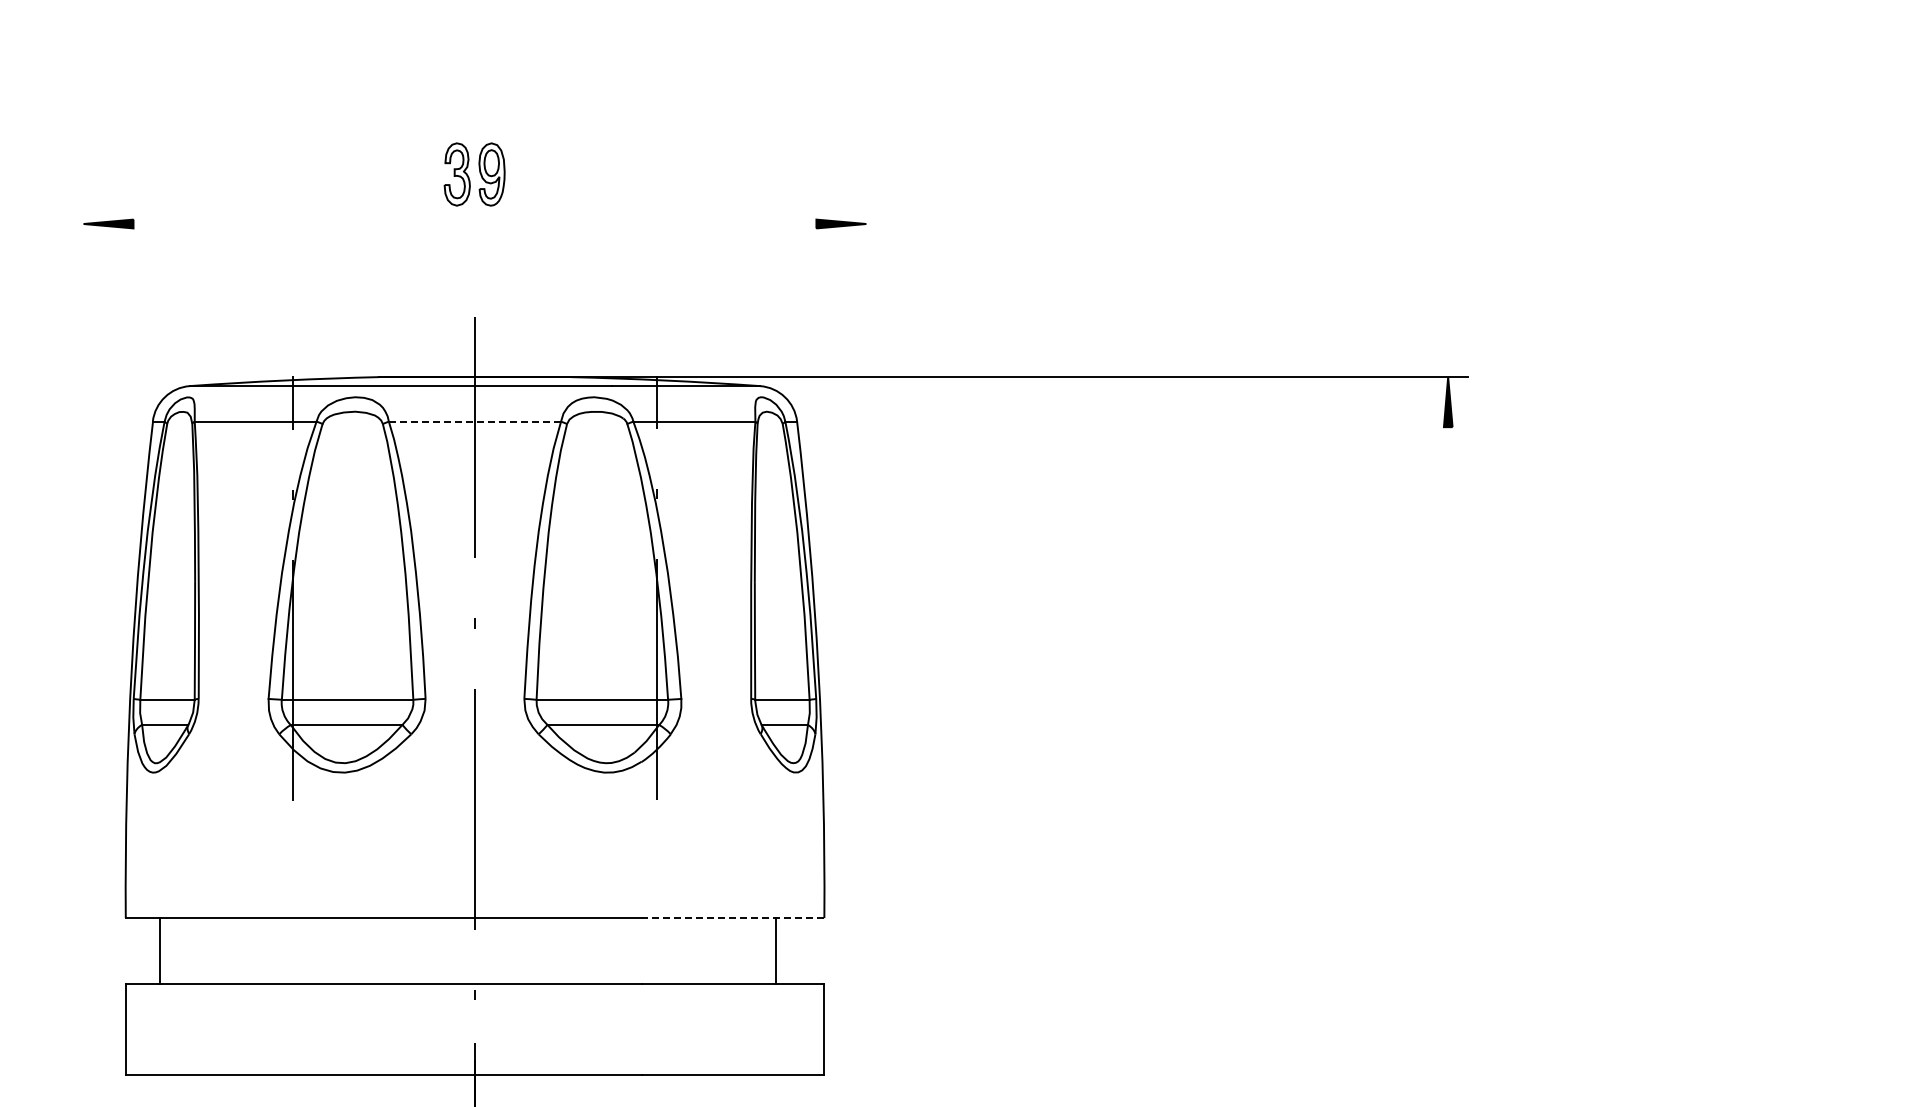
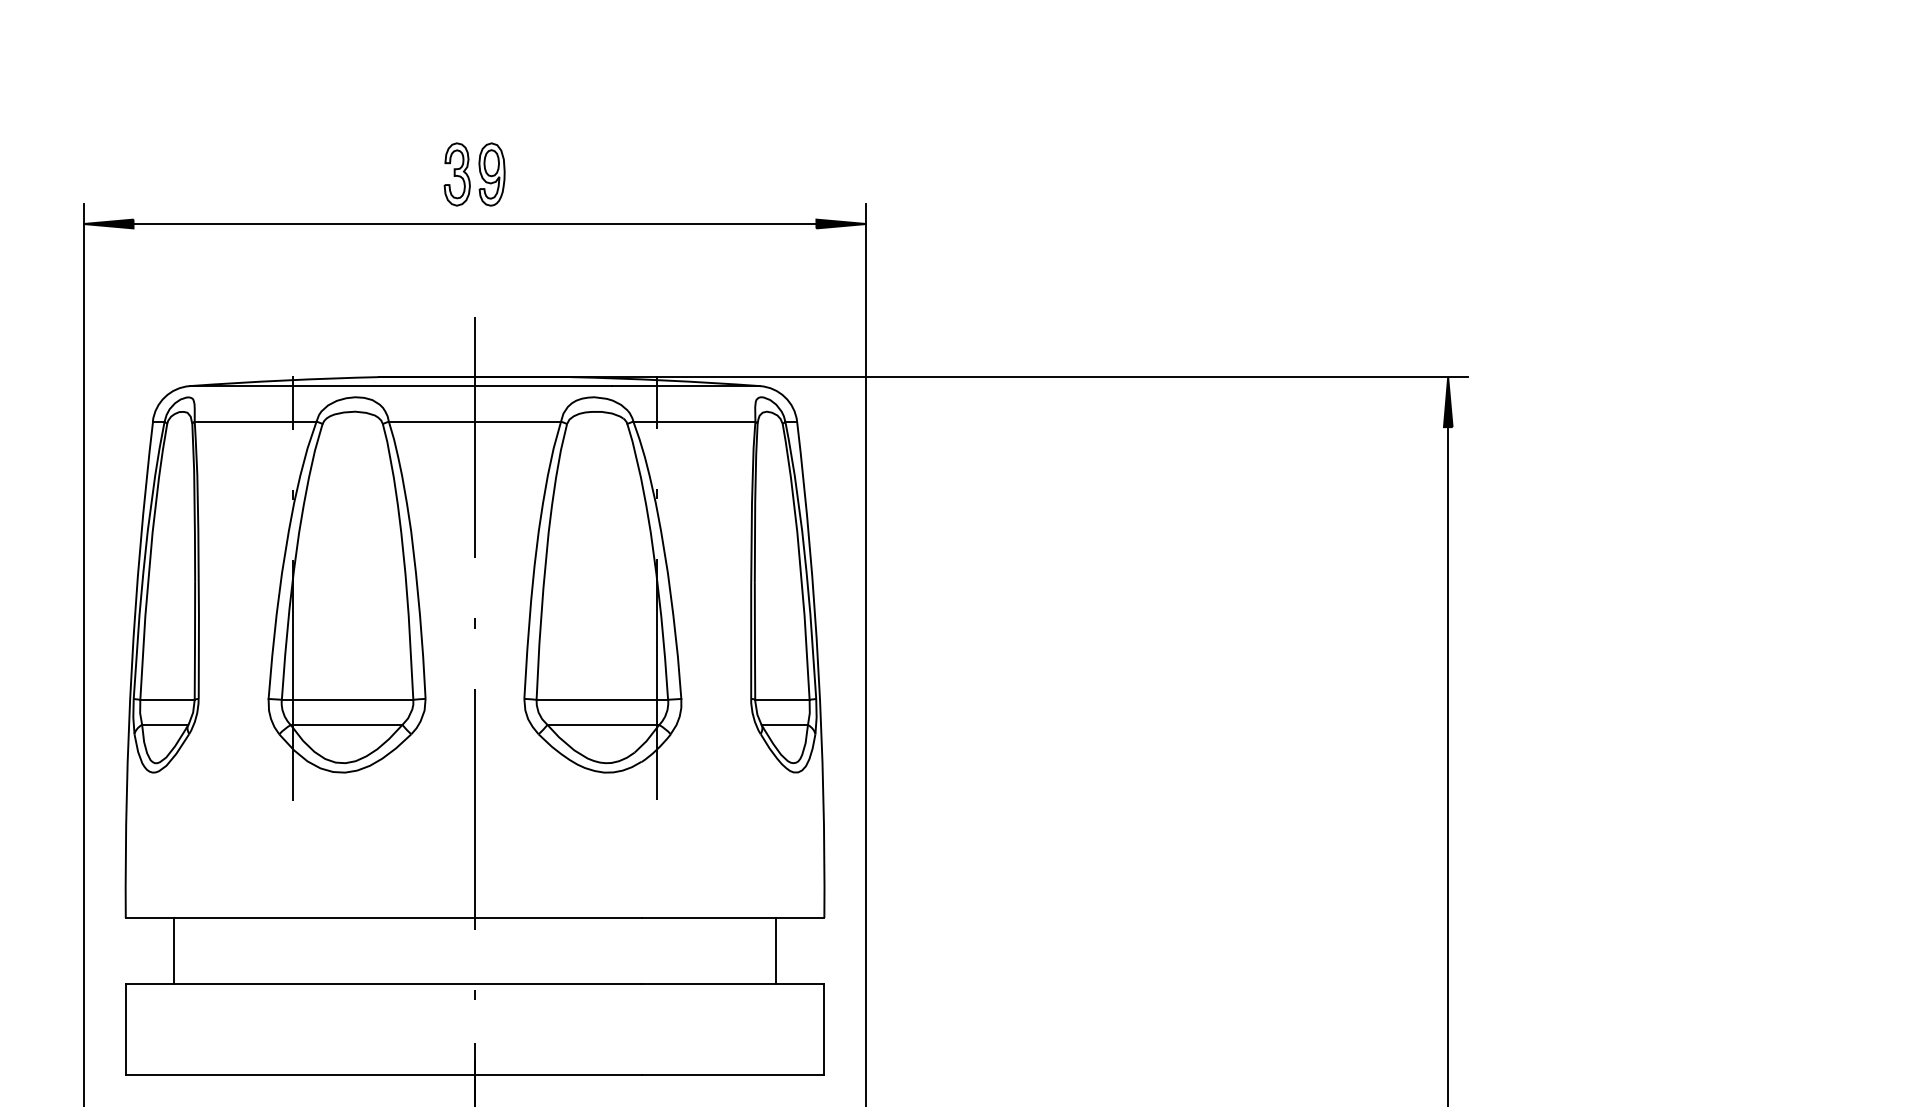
line at (474, 224): none -> present
line at (474, 421): dashed -> solid
line at (83, 653): none -> present
line at (866, 653): none -> present
line at (1448, 765): none -> present
line at (733, 917): dashed -> solid
line at (159, 950) position: (159, 950) -> (173, 950)
